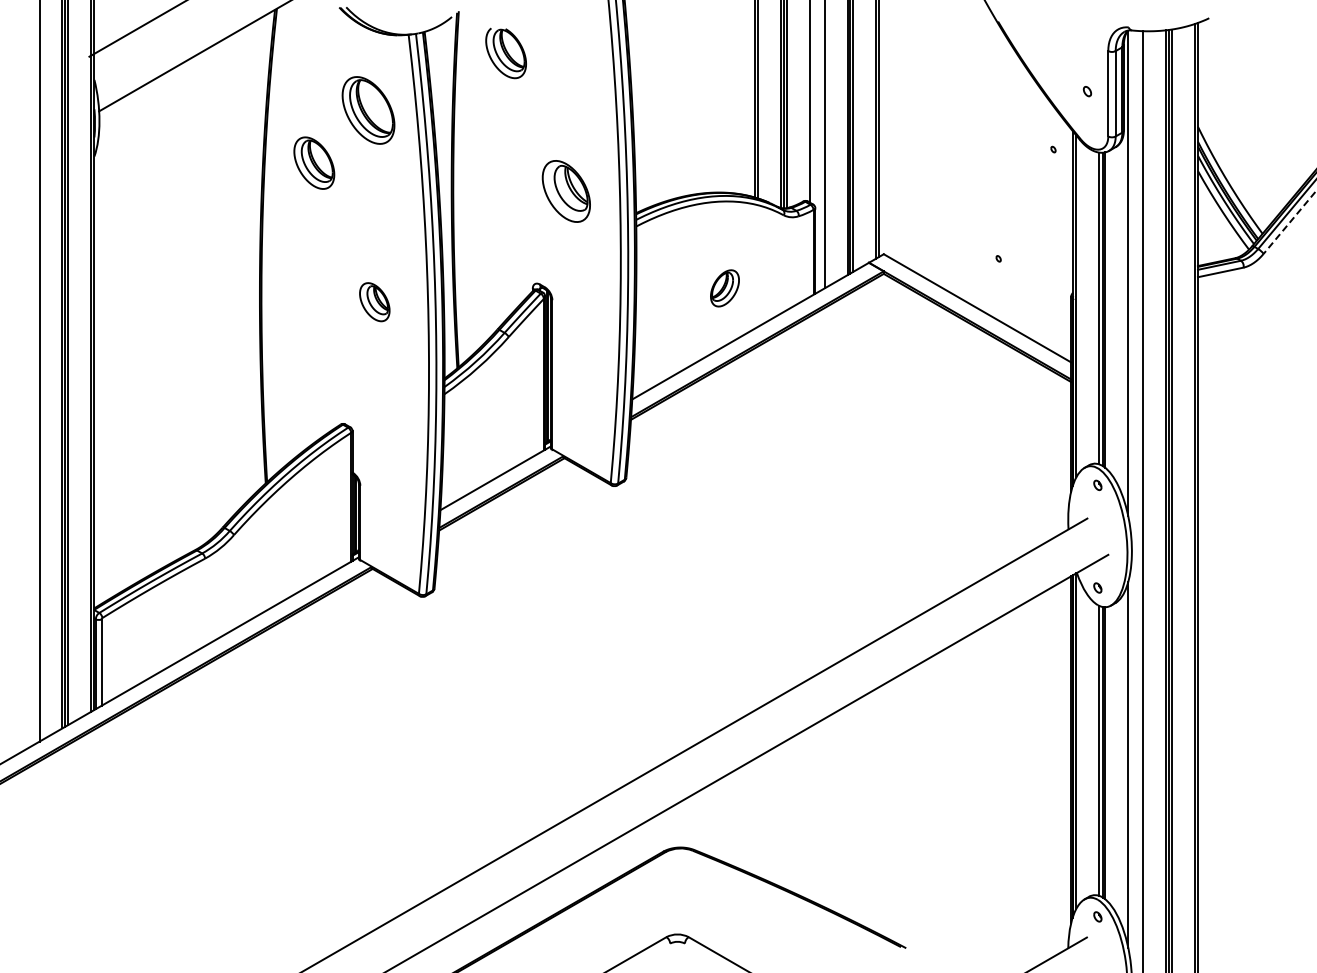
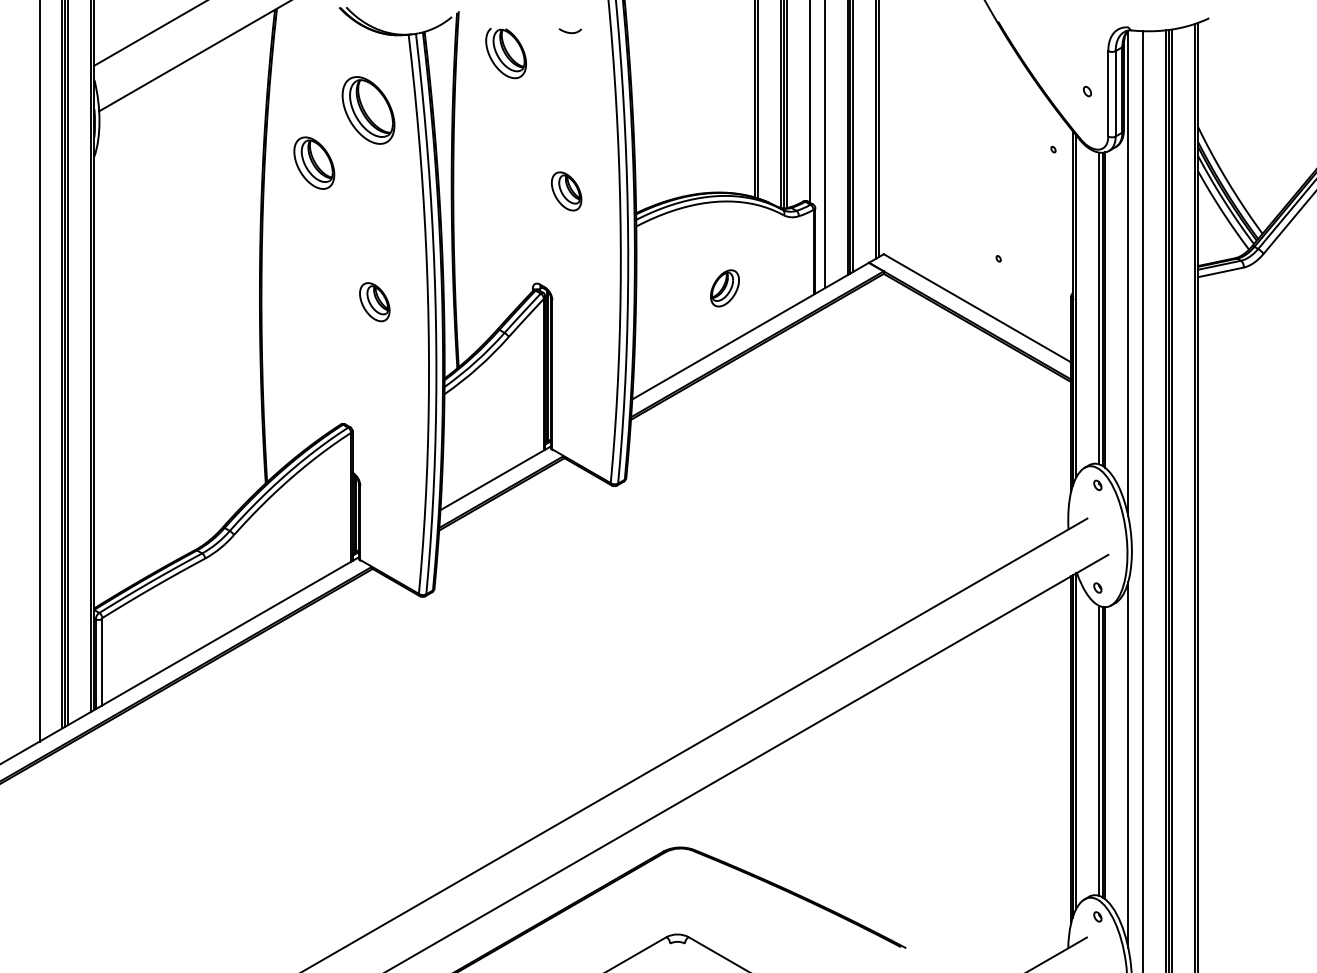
line at (136, 29) position: (136, 29) -> (149, 33)
curve at (568, 31): none -> present
part at (565, 191) size: 50x63 px -> 32x41 px
line at (1289, 222): dashed -> solid
